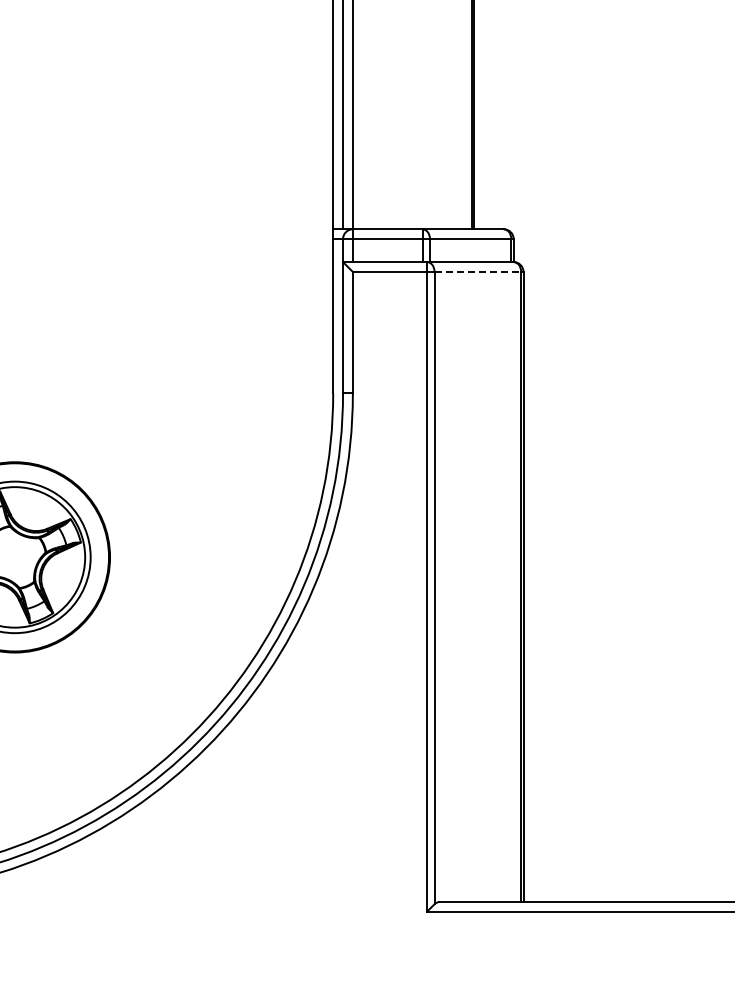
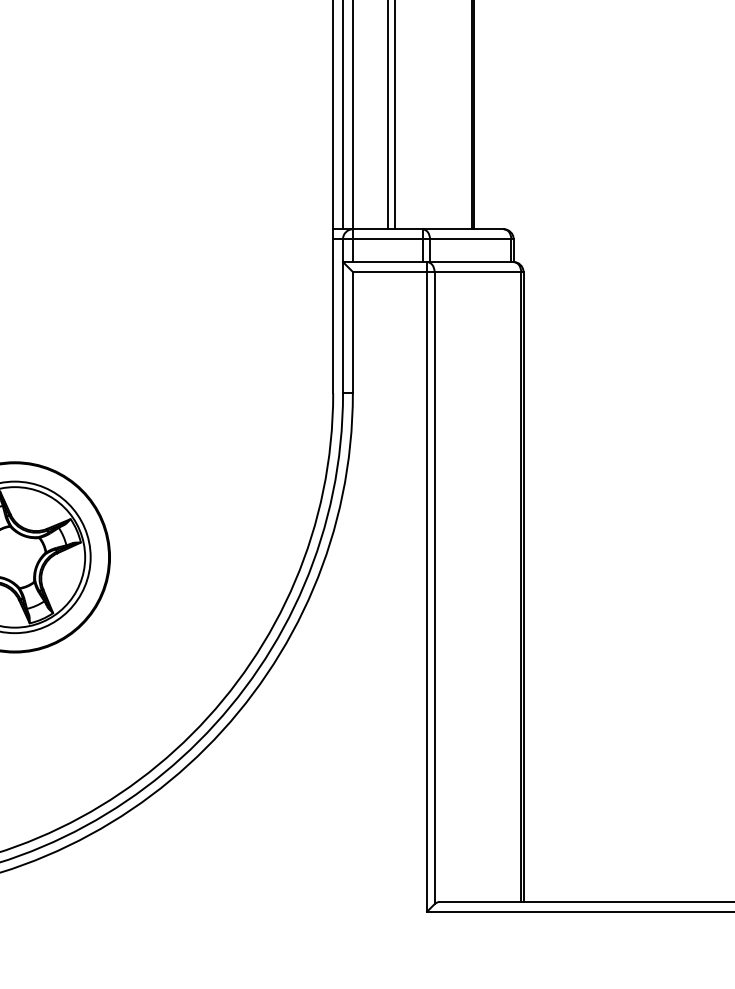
line at (387, 115): none -> present
line at (395, 115): none -> present
line at (478, 271): dashed -> solid
